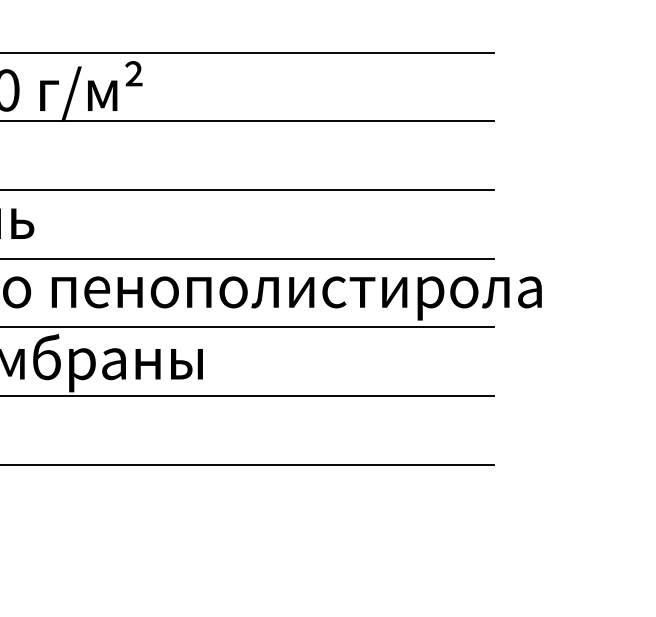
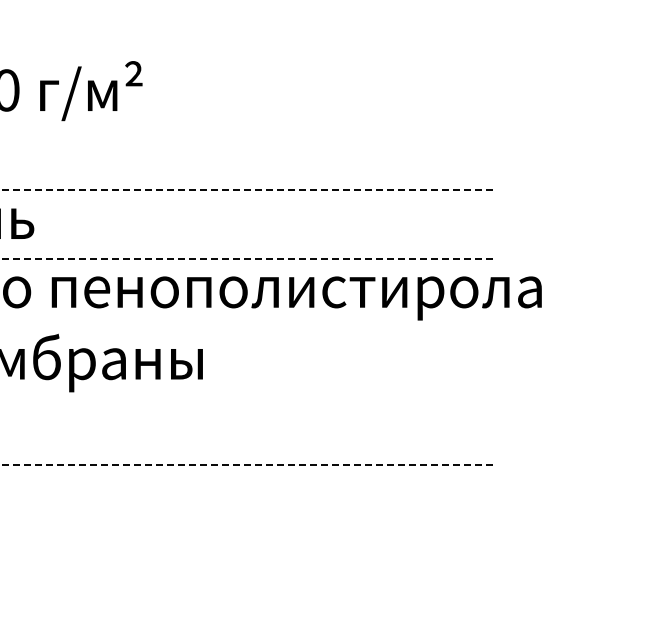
line at (247, 52): present -> none
line at (247, 121): present -> none
line at (246, 190): solid -> dashed
line at (246, 258): solid -> dashed
line at (247, 327): present -> none
line at (247, 396): present -> none
line at (246, 464): solid -> dashed
